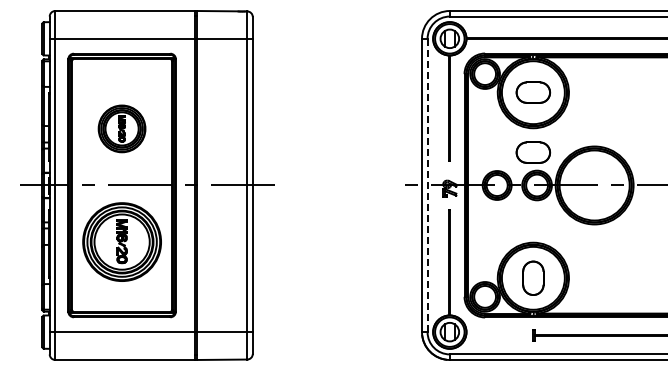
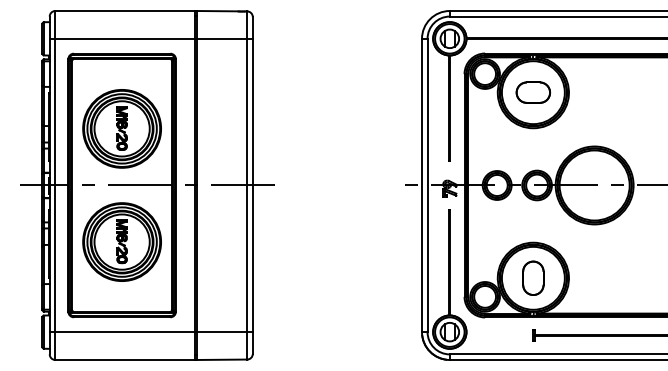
part at (121, 128) size: 50x50 px -> 80x80 px
part at (533, 152): present -> none
line at (427, 185): dashed -> solid
